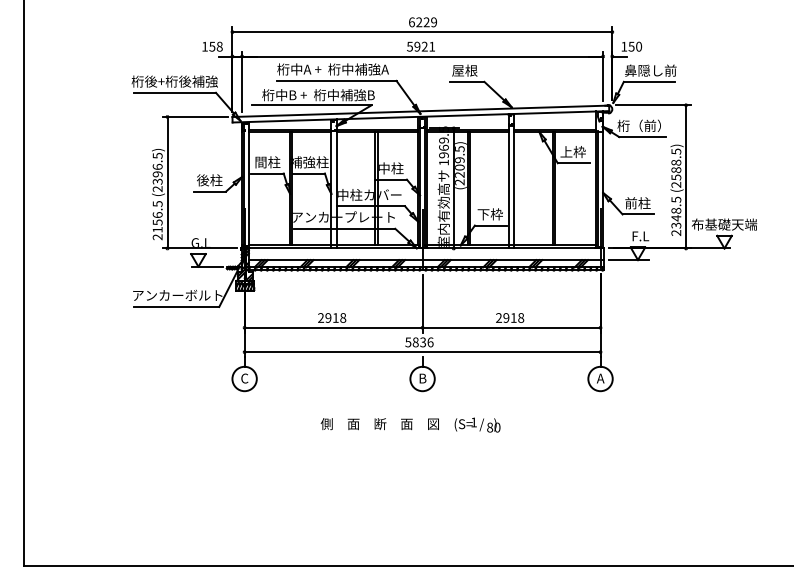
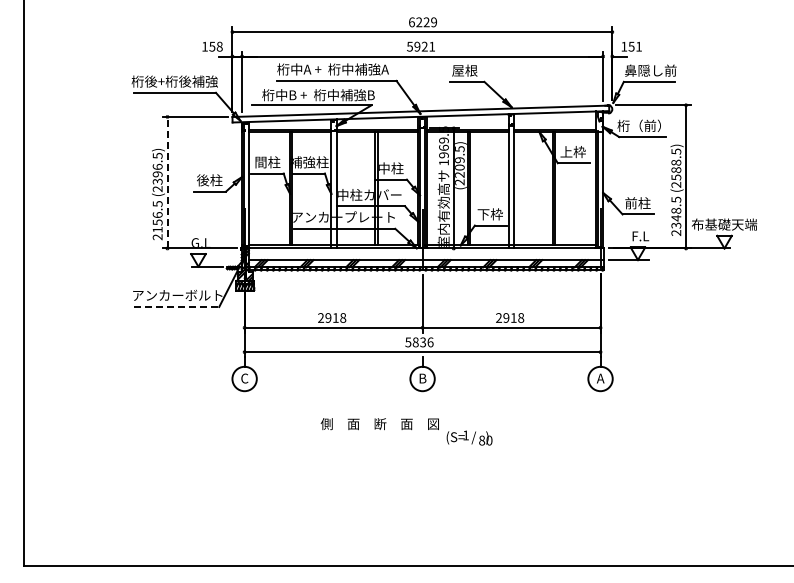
text at (639, 46): 150 -> 151
line at (167, 182): solid -> dashed
line at (176, 306): solid -> dashed
text at (477, 424) position: (477, 424) -> (469, 437)
